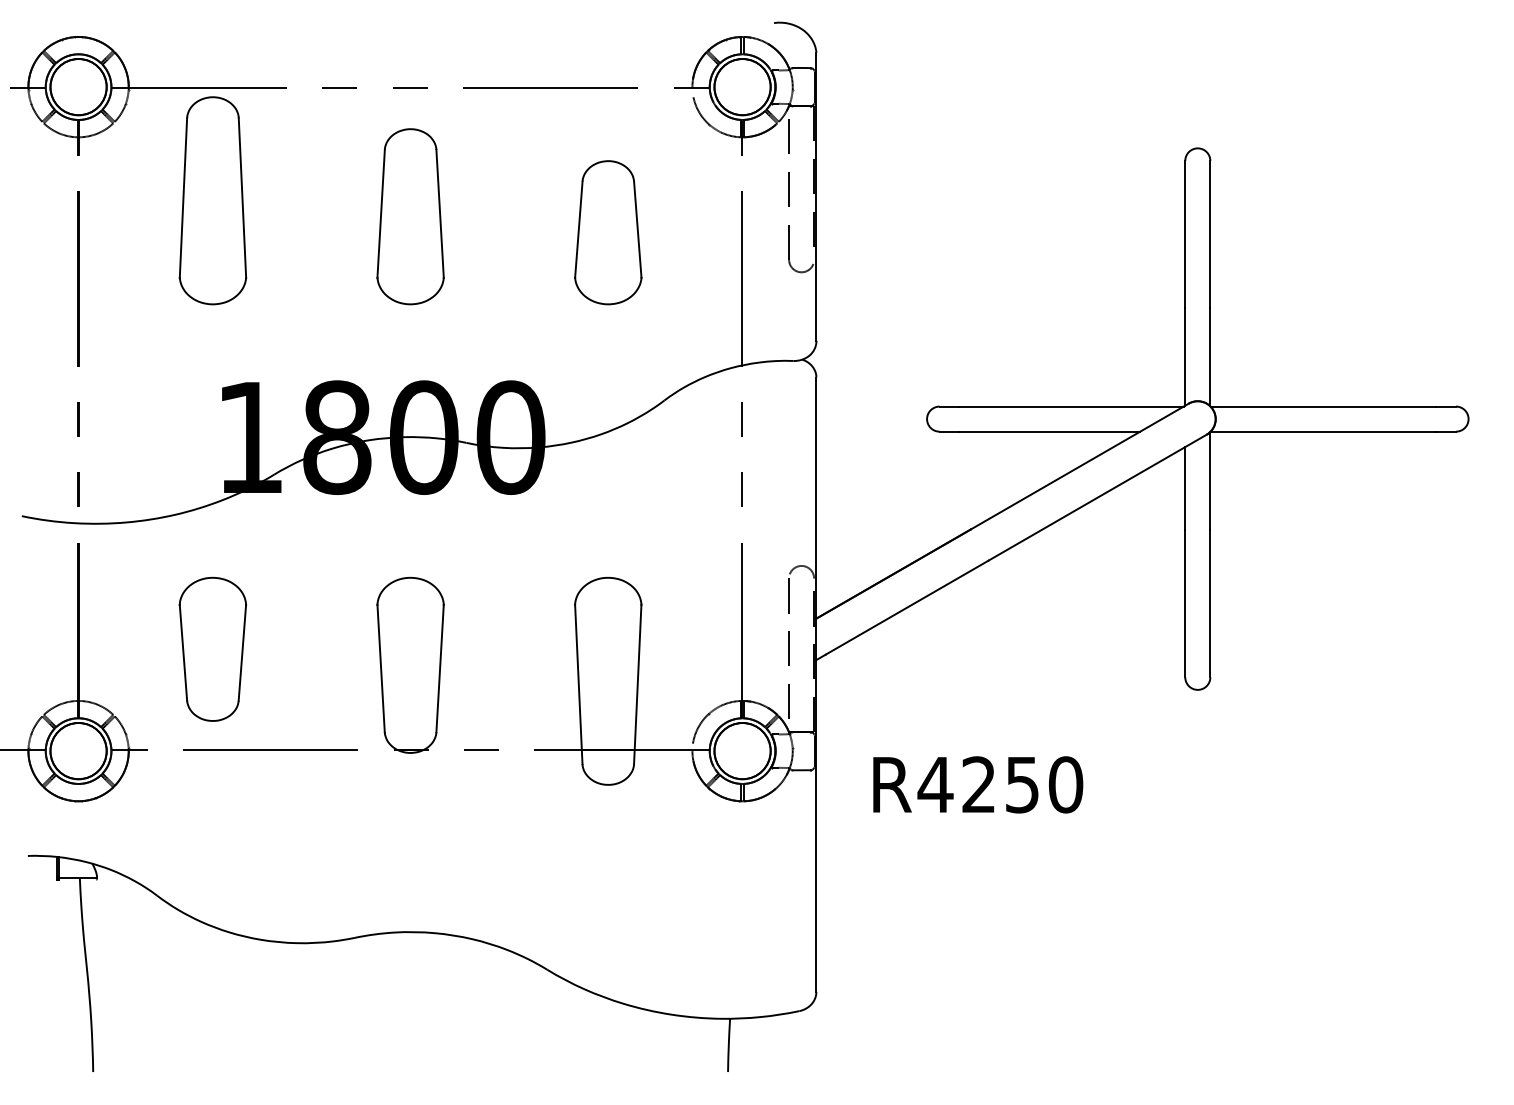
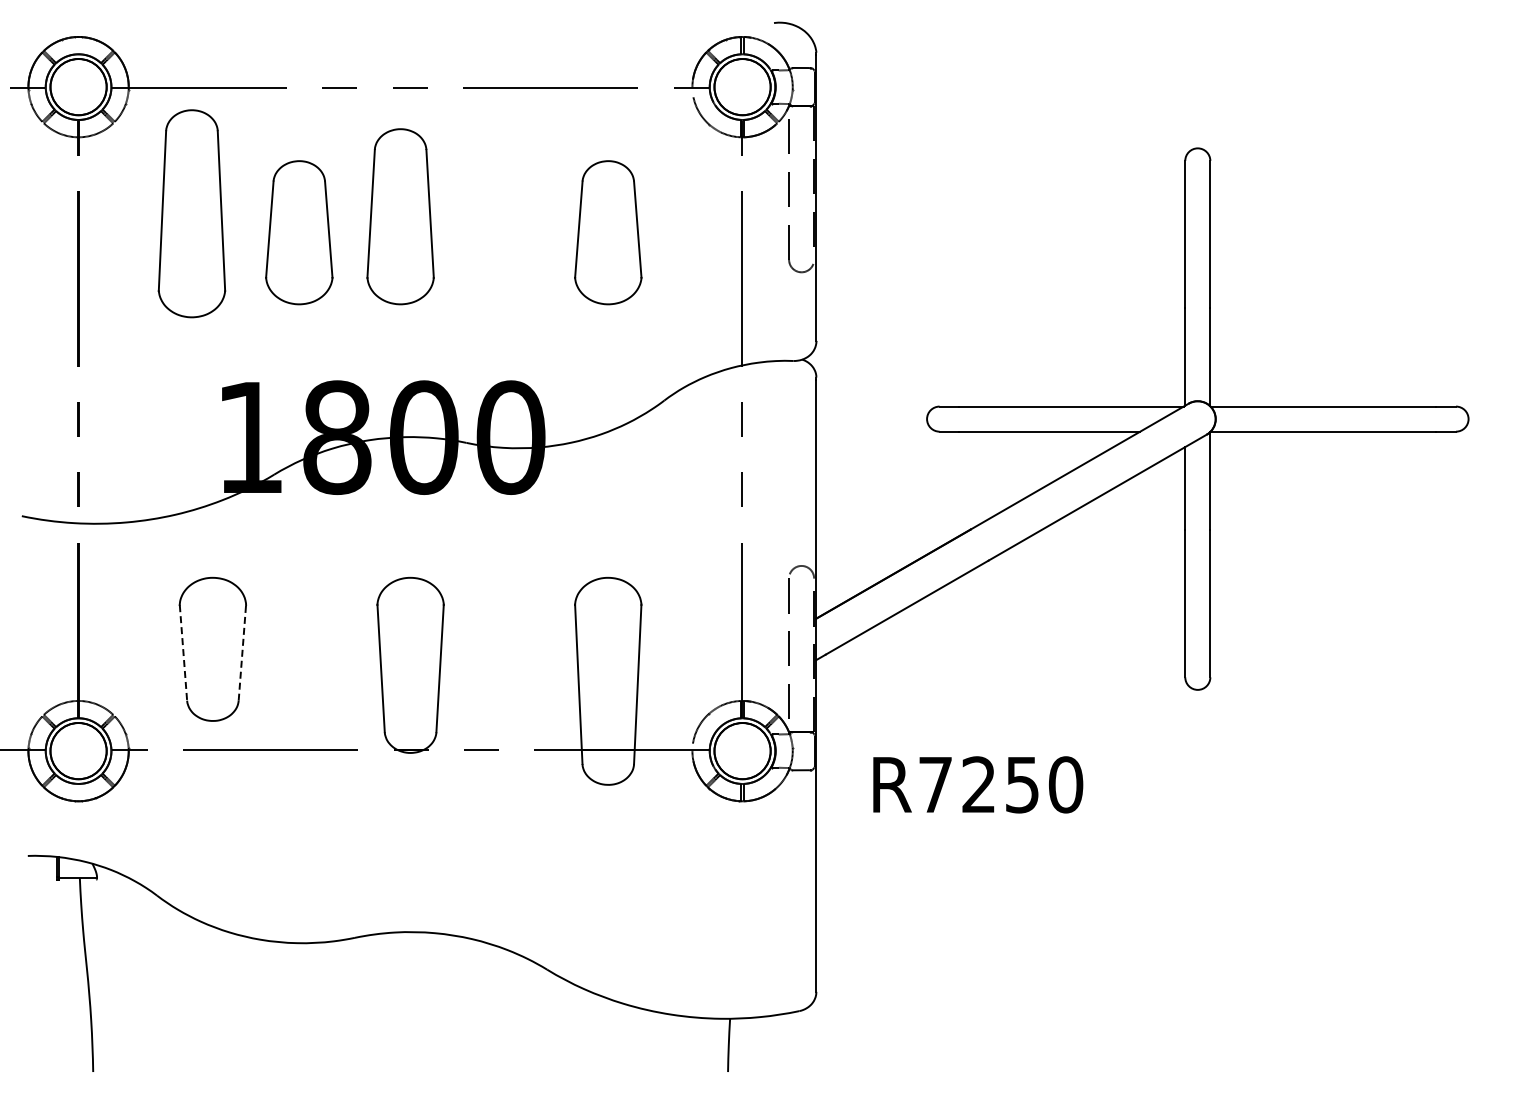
part at (212, 200) position: (212, 200) -> (191, 213)
part at (410, 216) position: (410, 216) -> (400, 216)
part at (299, 232): none -> present
line at (183, 652): solid -> dashed
line at (242, 652): solid -> dashed
text at (935, 784): R4250 -> R7250
